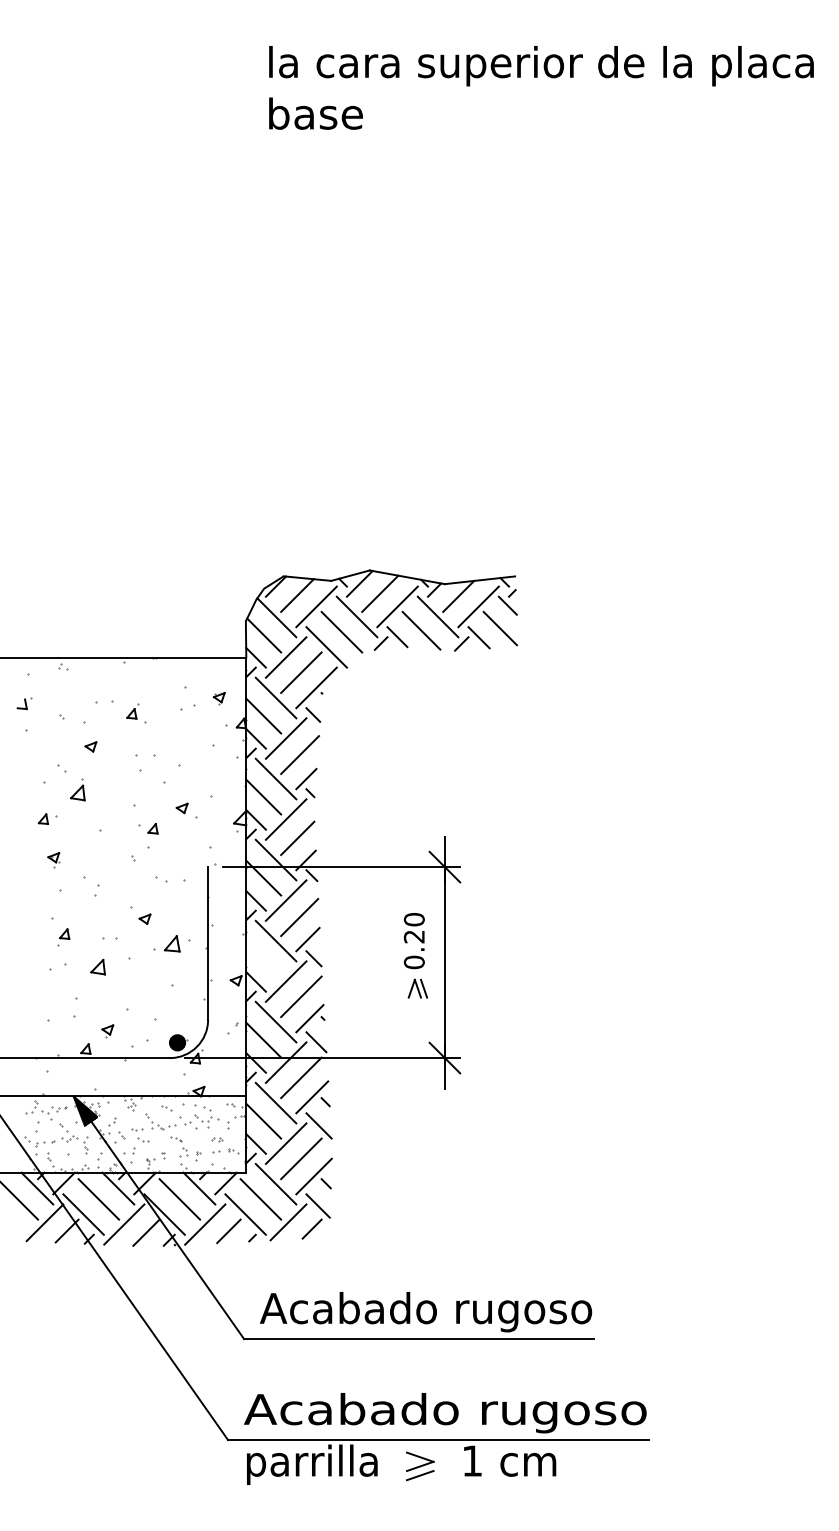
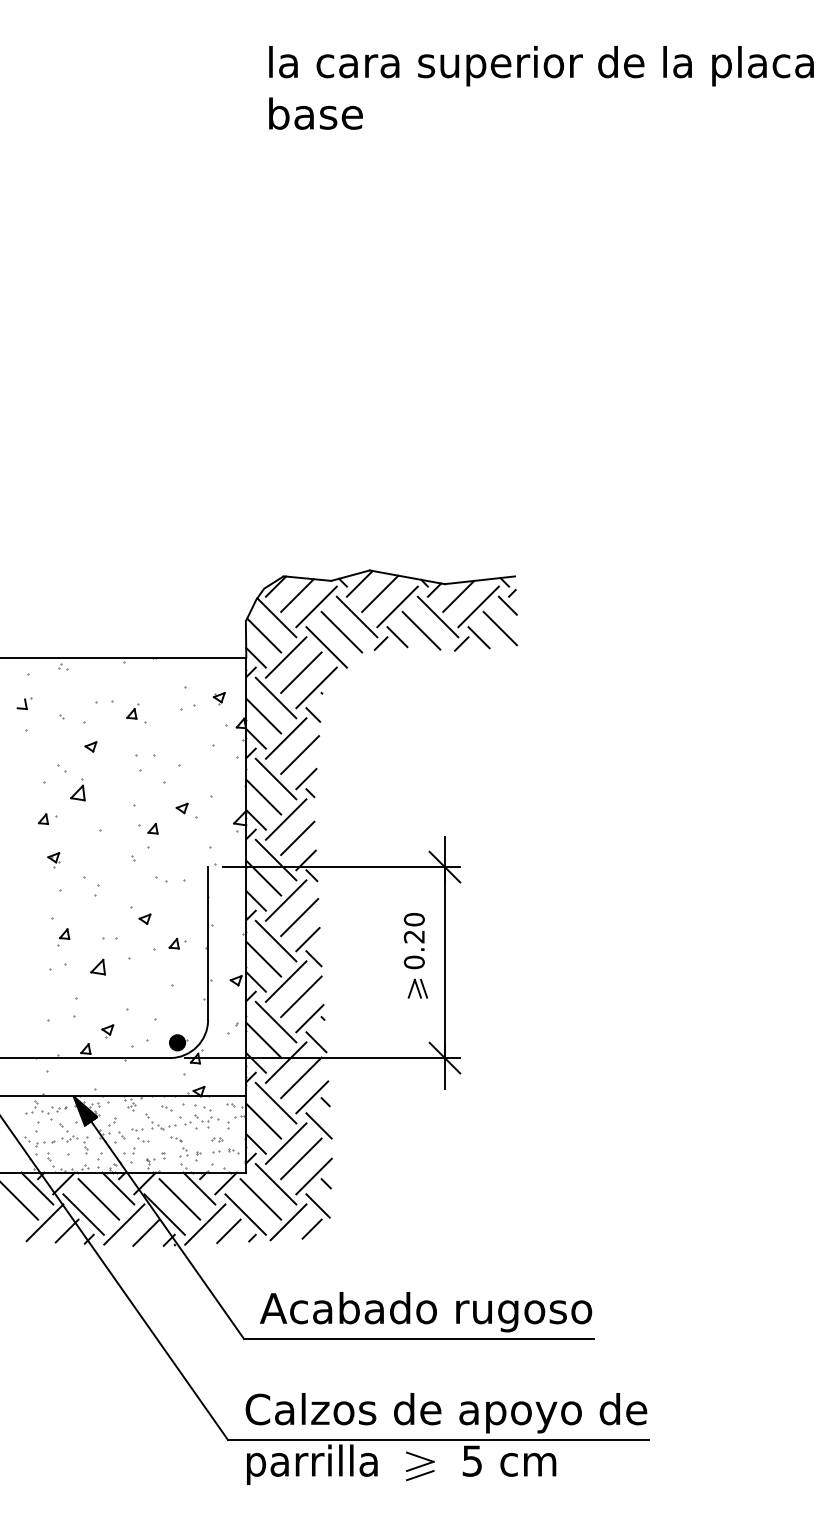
part at (177, 943) size: 27x18 px -> 19x13 px
line at (263, 958): none -> present
text at (445, 1413): Acabado rugoso -> Calzos de apoyo de
text at (471, 1460): 1 -> 5
